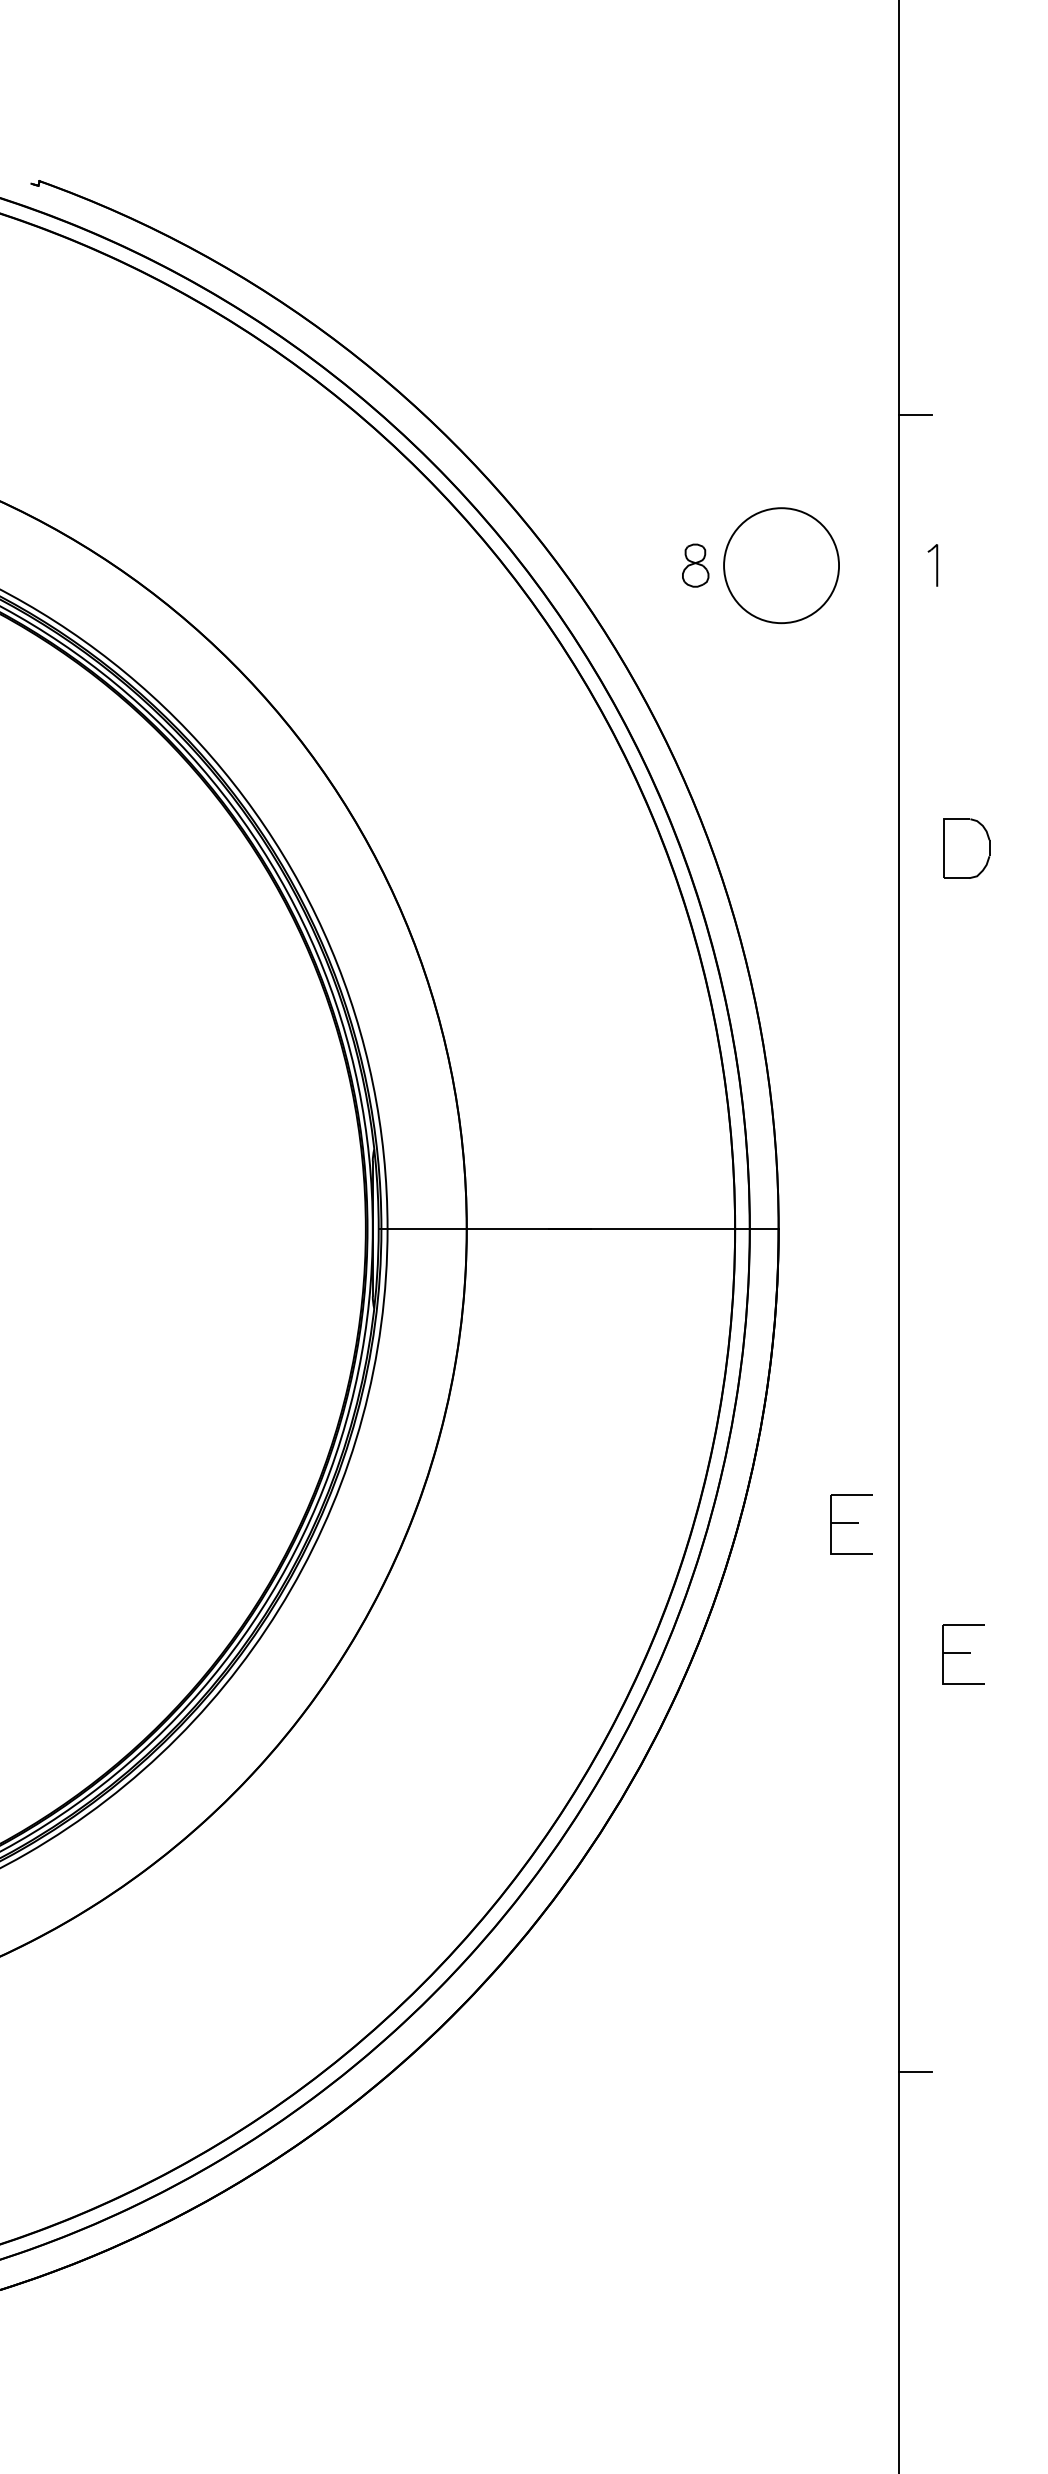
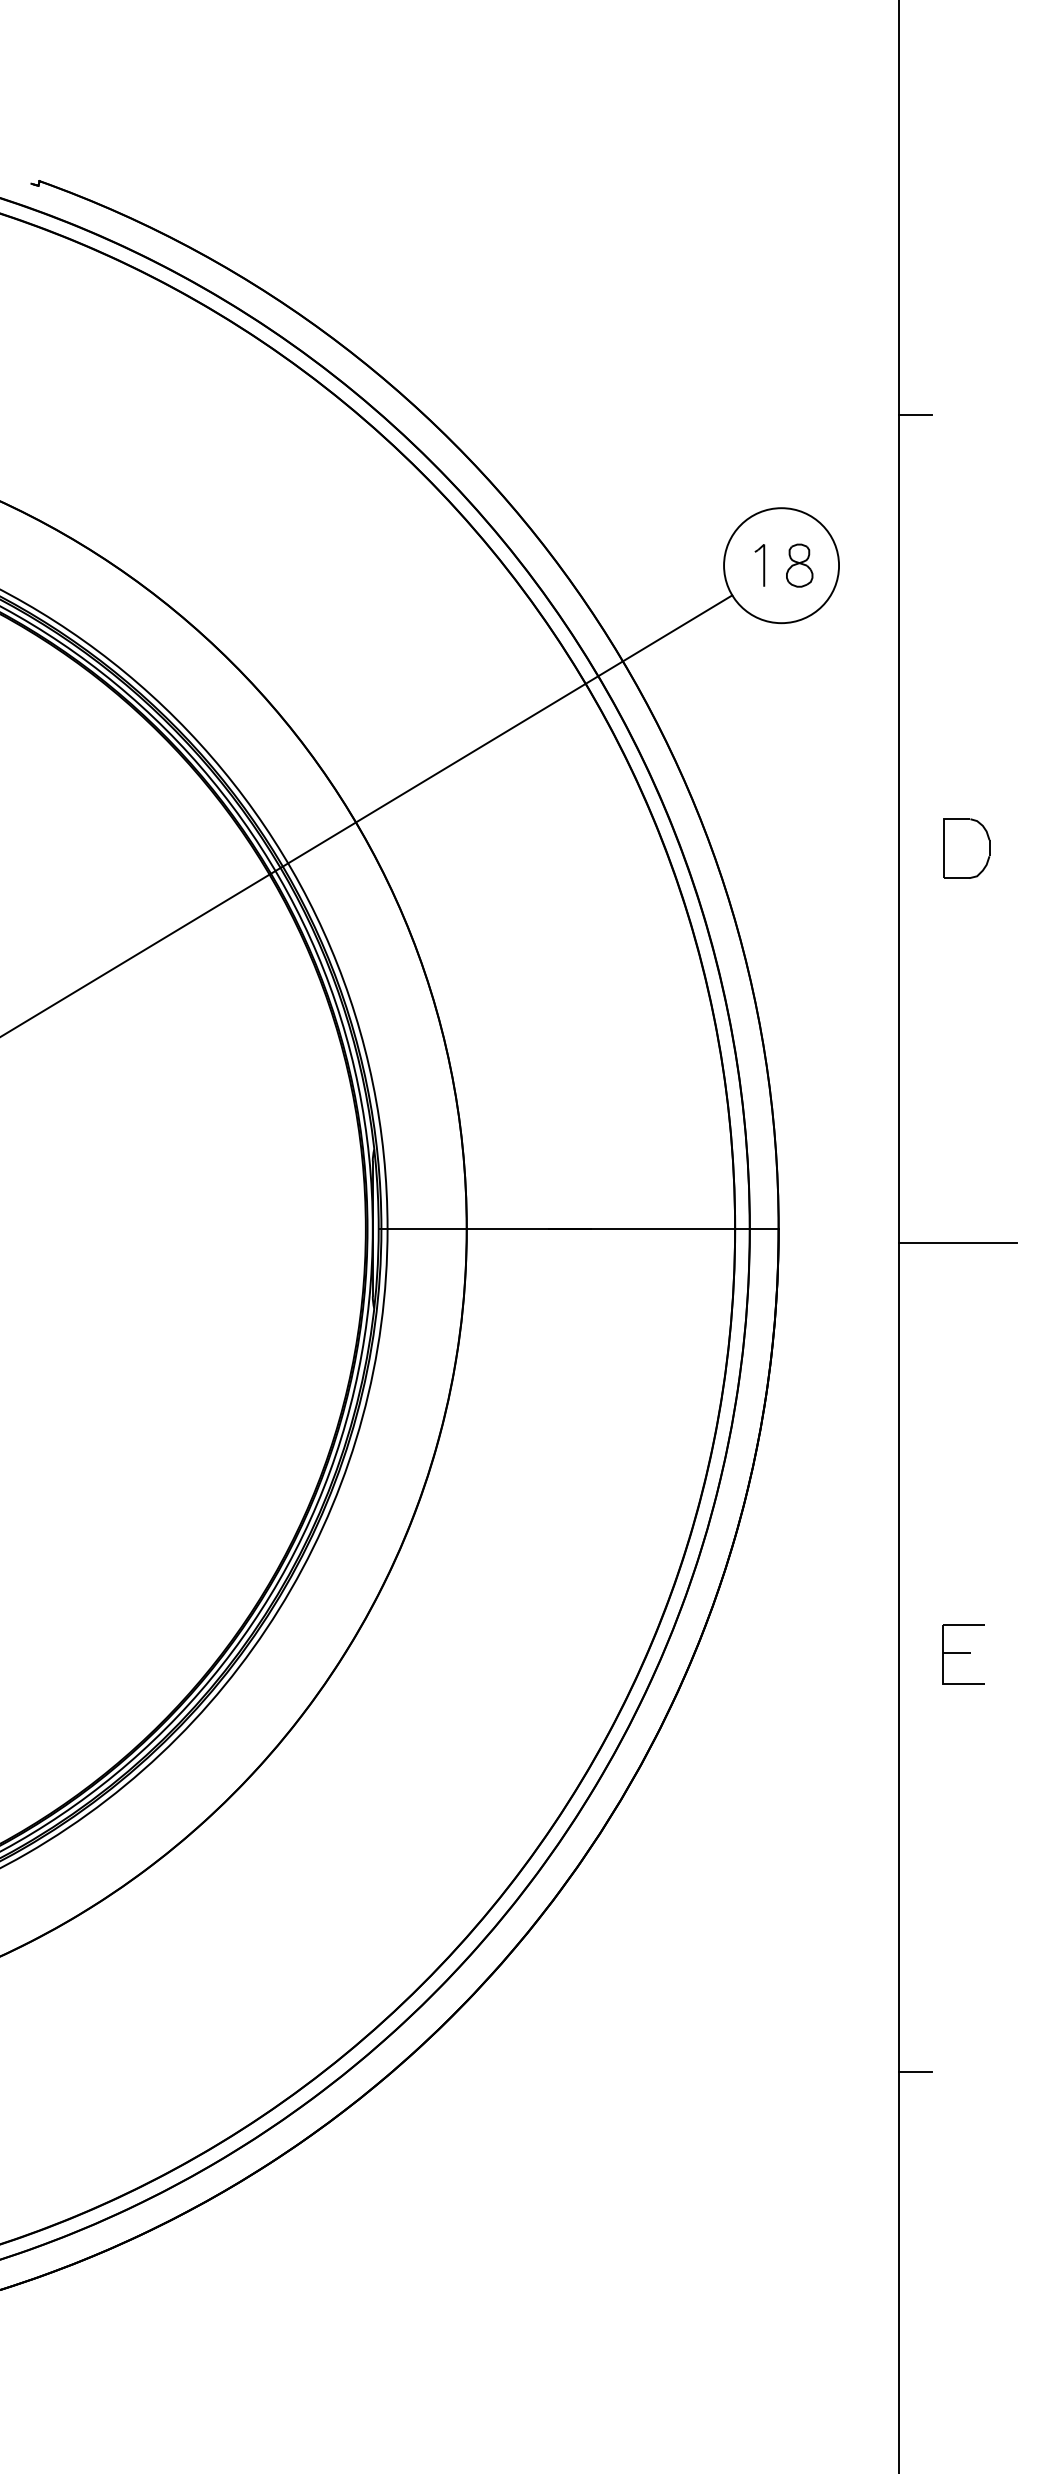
part at (695, 565) position: (695, 565) -> (799, 565)
part at (932, 565) position: (932, 565) -> (759, 565)
line at (367, 815): none -> present
line at (957, 1243): none -> present
part at (851, 1524): present -> none
